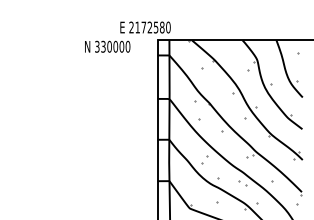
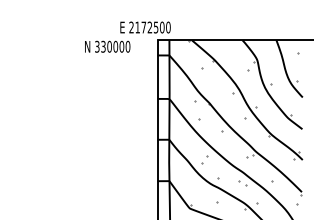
text at (161, 27): 2172580 -> 2172500
